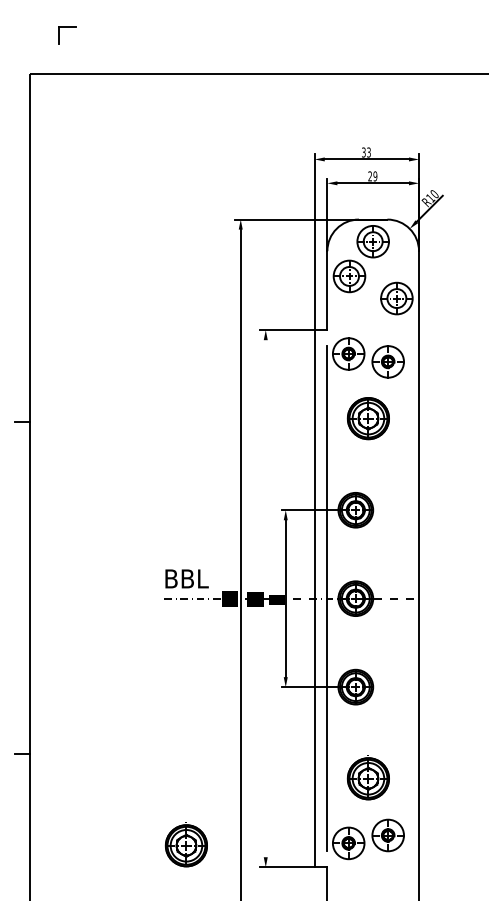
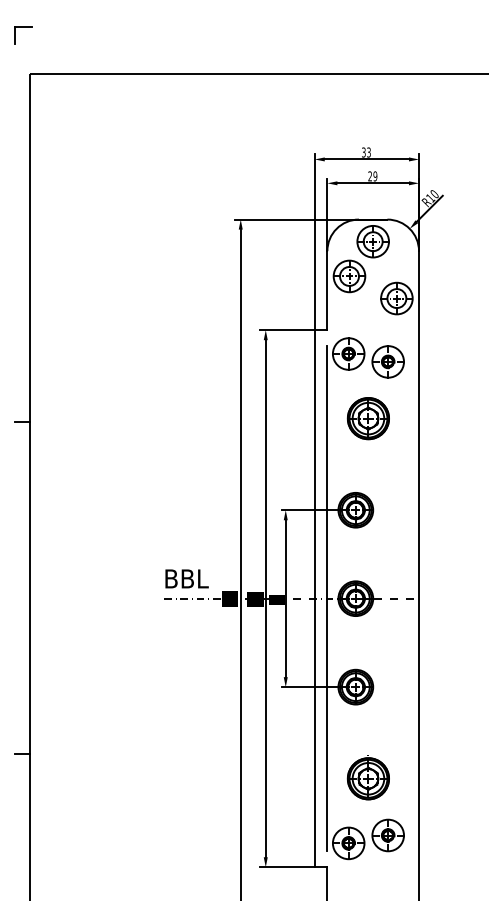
part at (67, 27) position: (67, 27) -> (23, 27)
line at (265, 598): none -> present
part at (185, 844): present -> none
